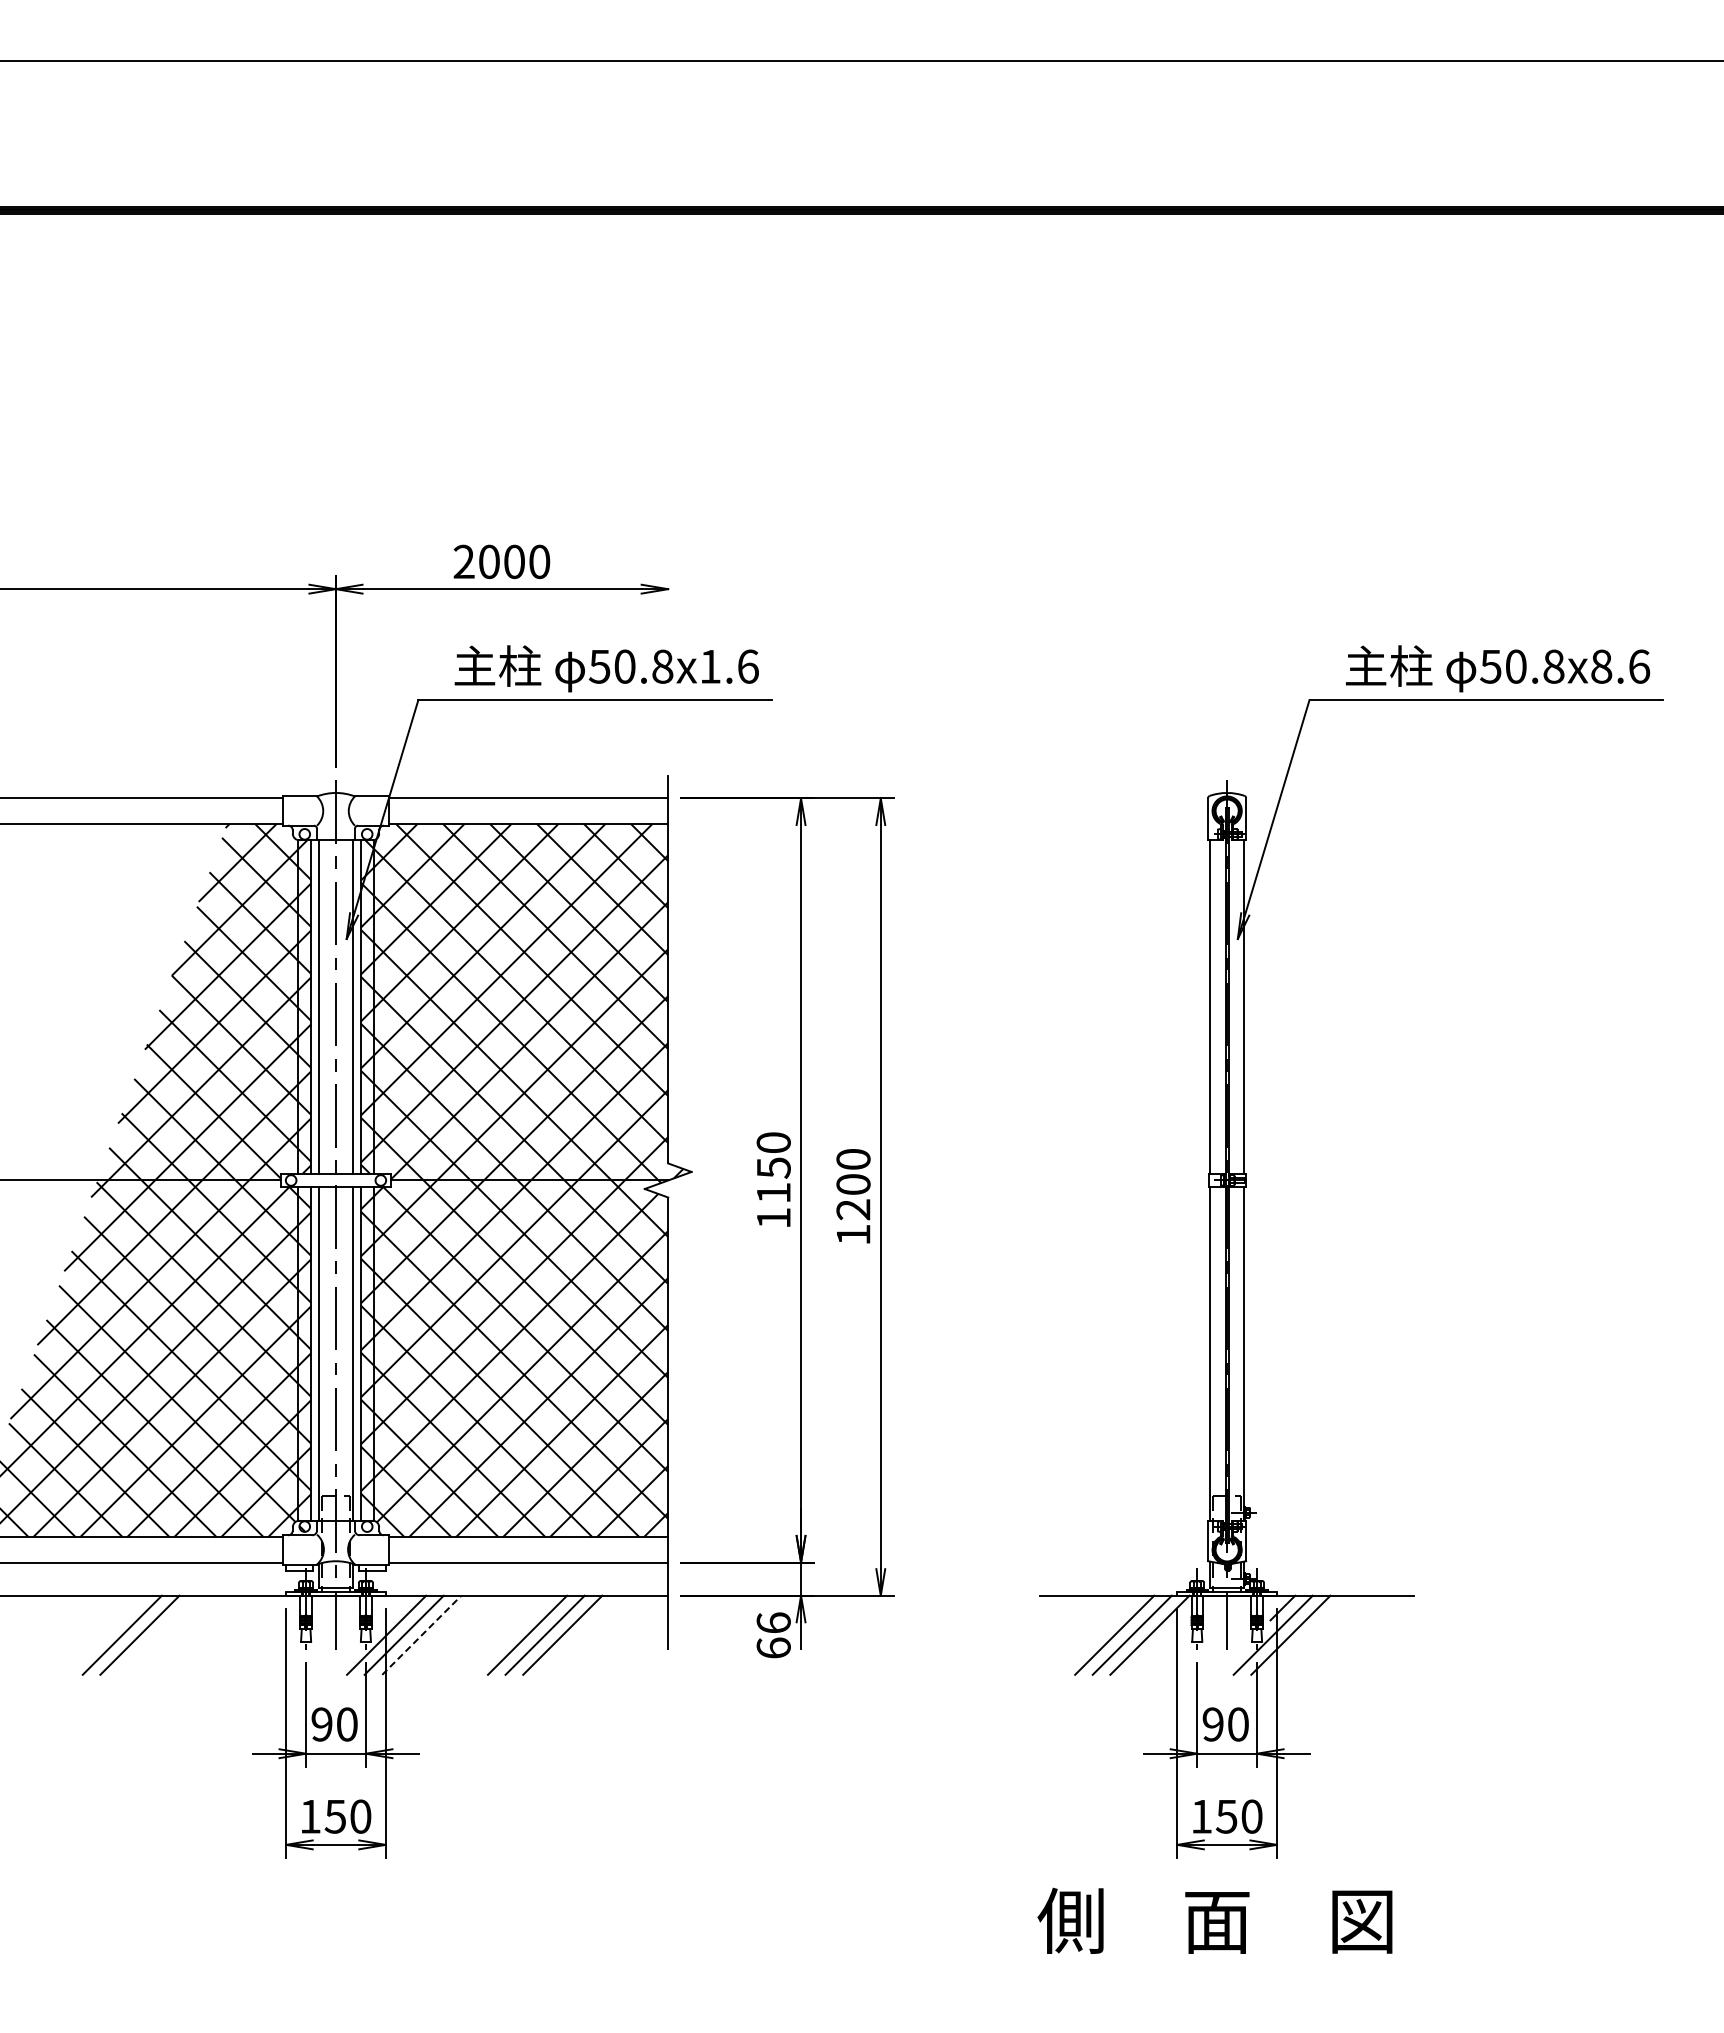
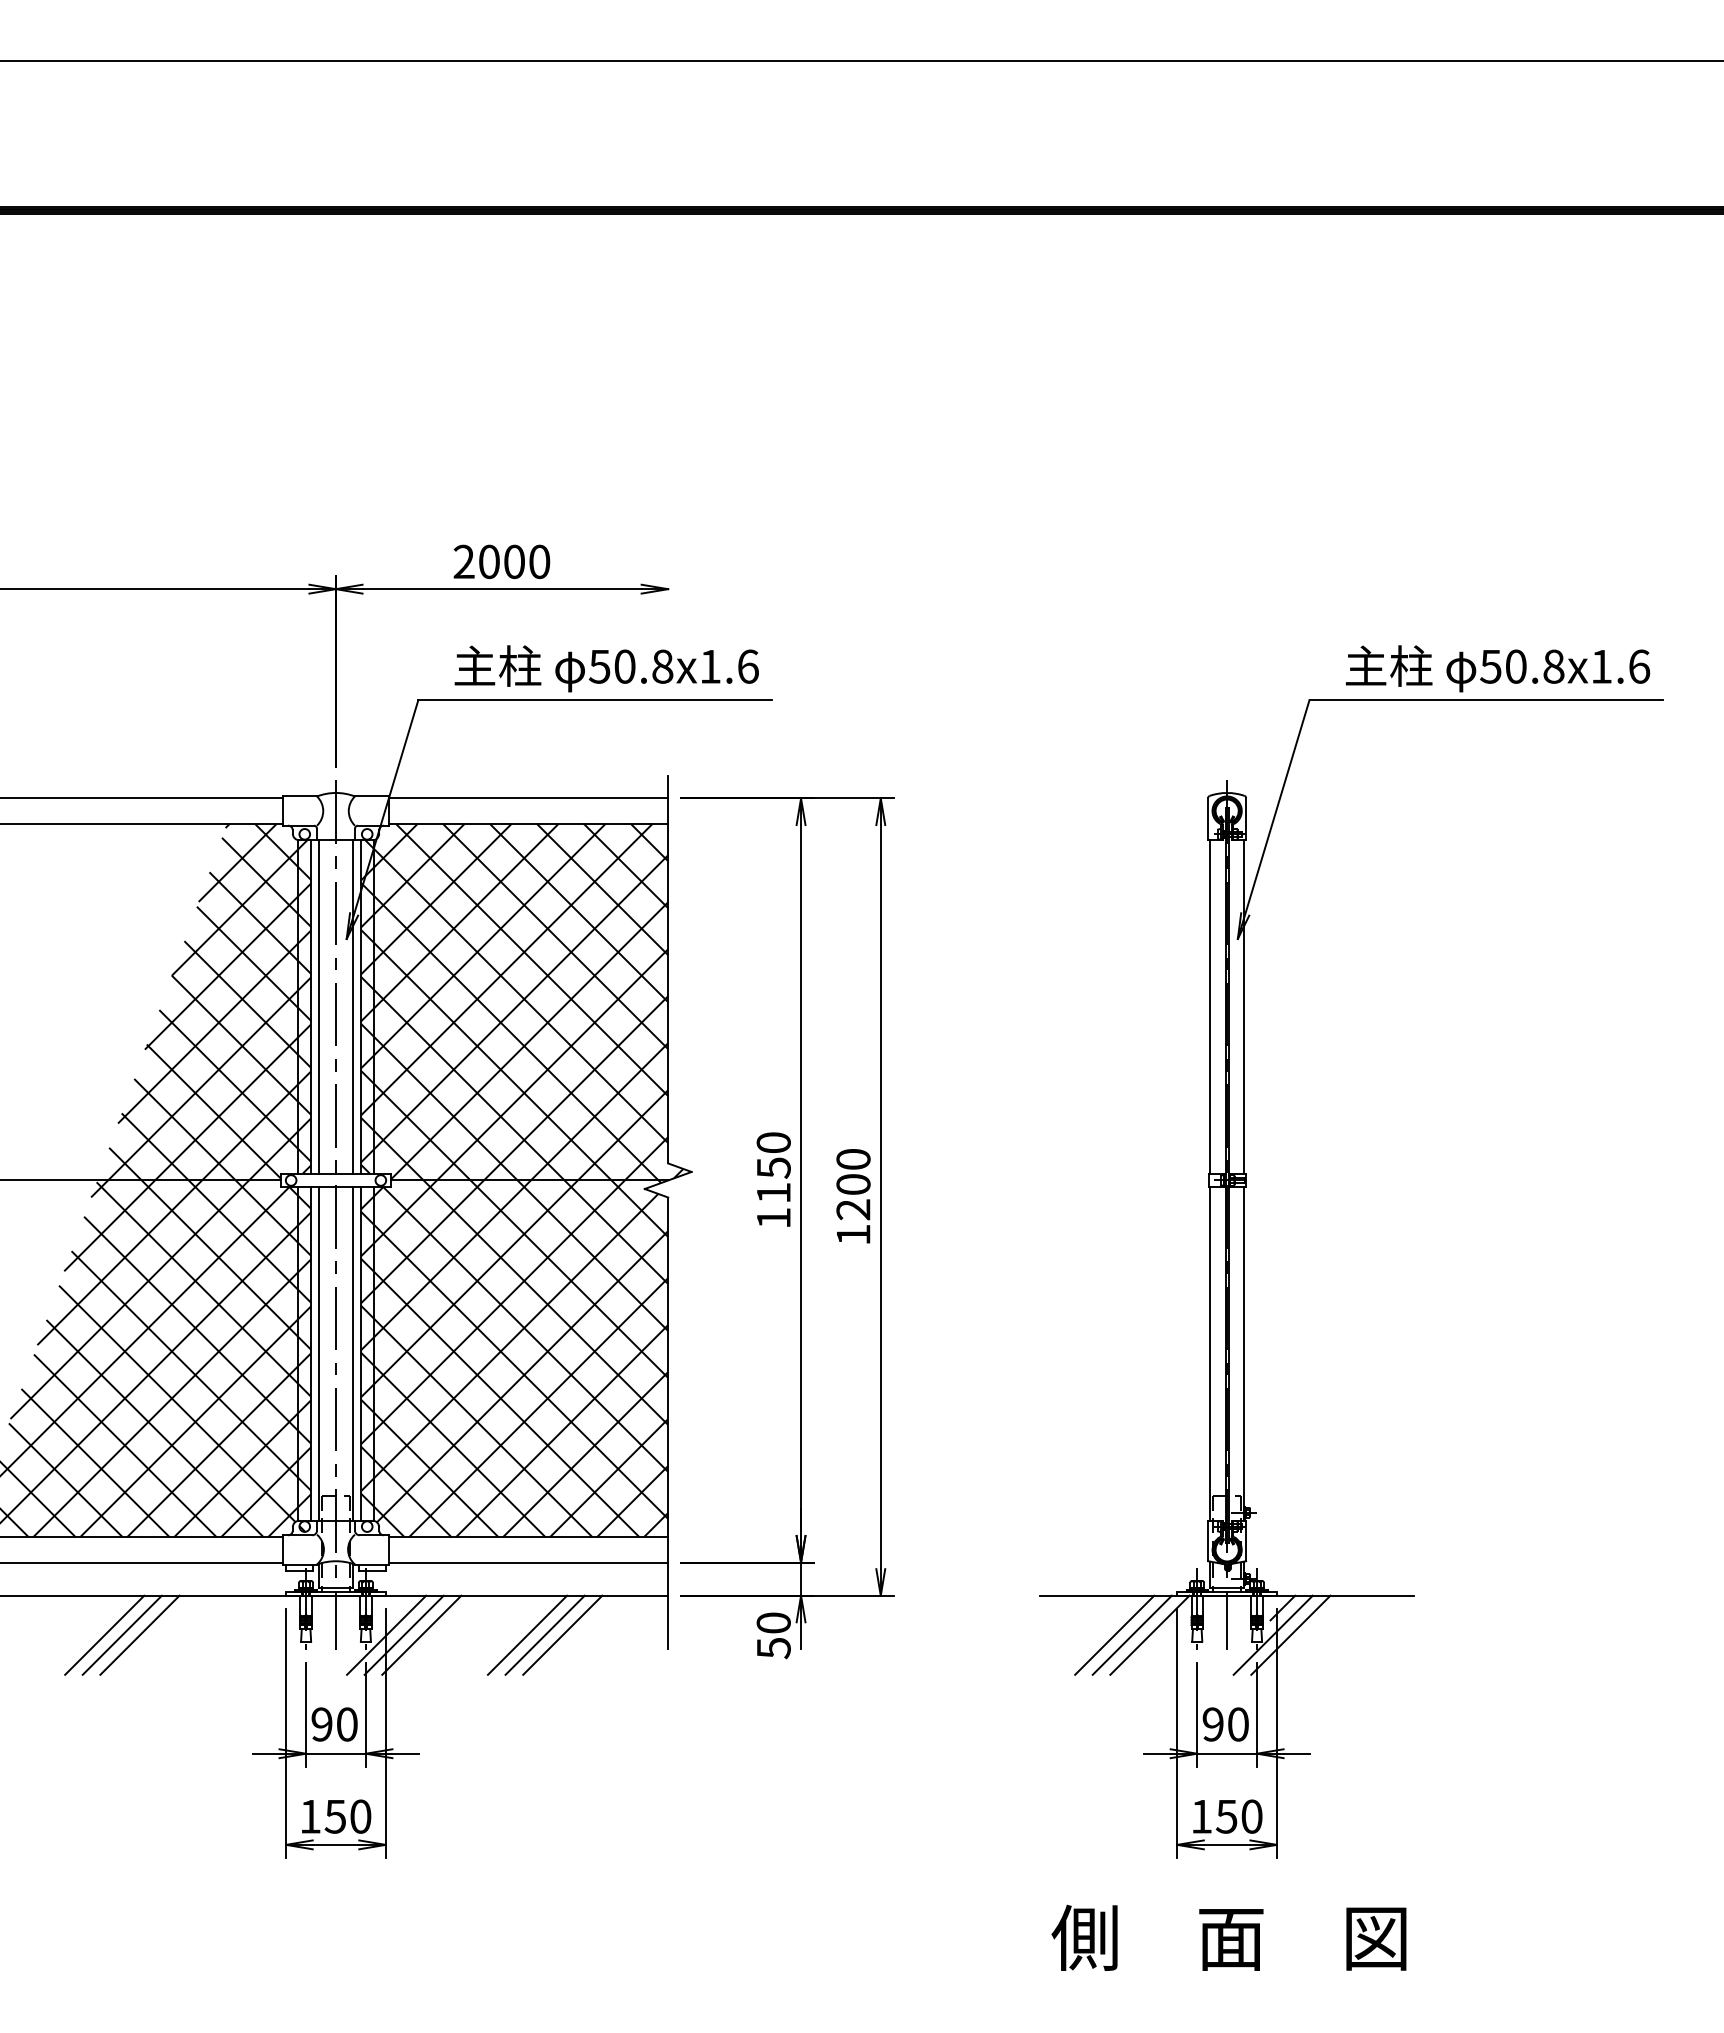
text at (1601, 666): 50.8x8.6 -> 50.8x1.6
line at (104, 1634): none -> present
line at (421, 1635): dashed -> solid
text at (773, 1635): 66 -> 50
text at (1214, 1920) position: (1214, 1920) -> (1228, 1937)
